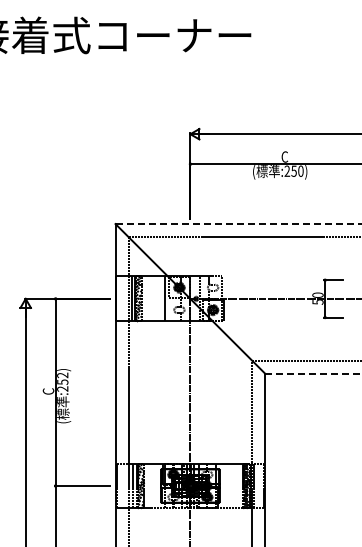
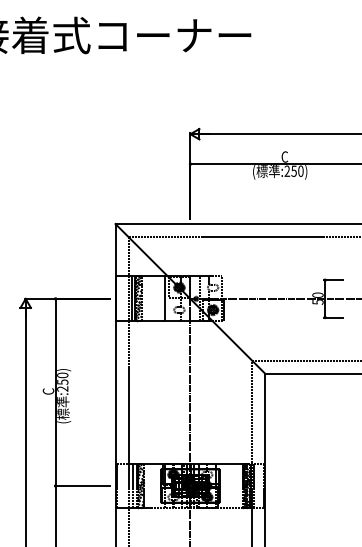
line at (238, 224): dashed -> solid
line at (314, 373): dashed -> solid
text at (62, 375): :252) -> :250)
